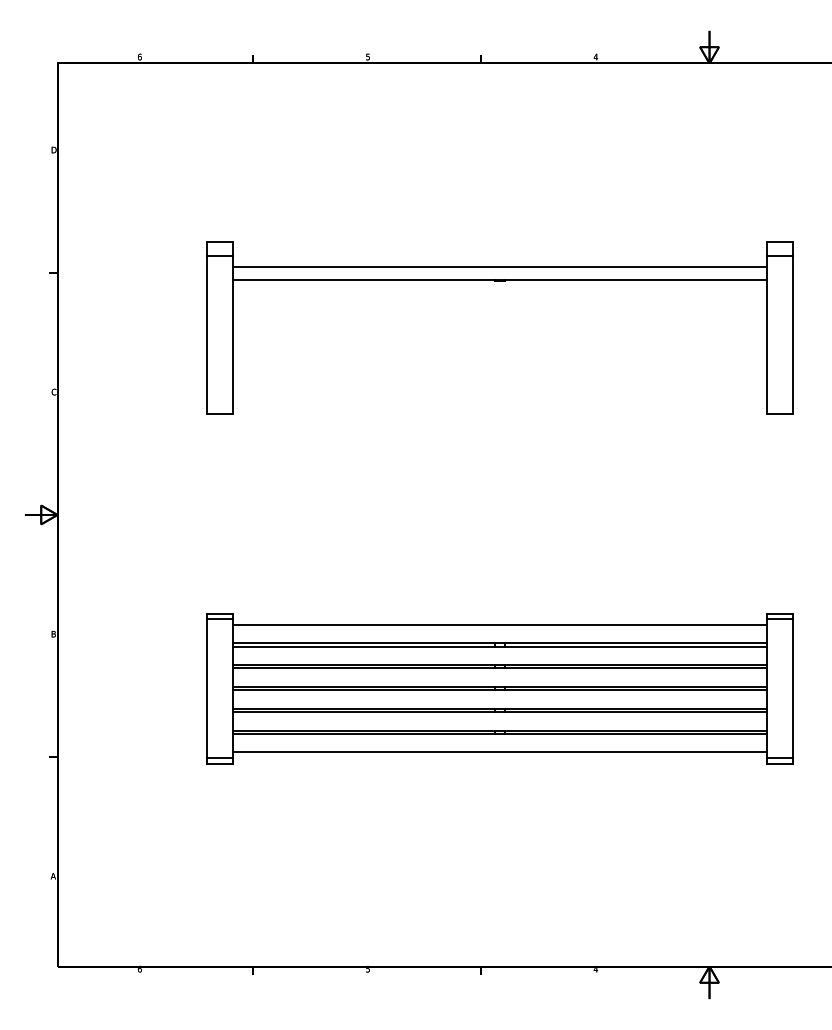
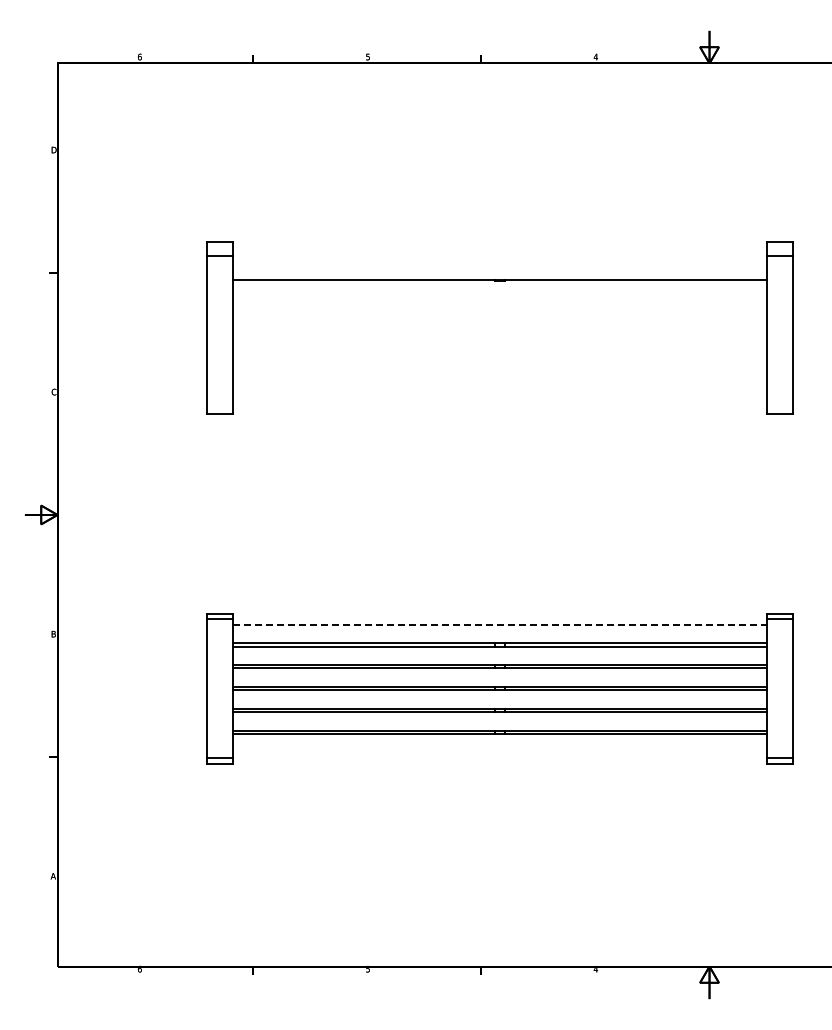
line at (499, 267): present -> none
line at (500, 624): solid -> dashed
line at (499, 752): present -> none
